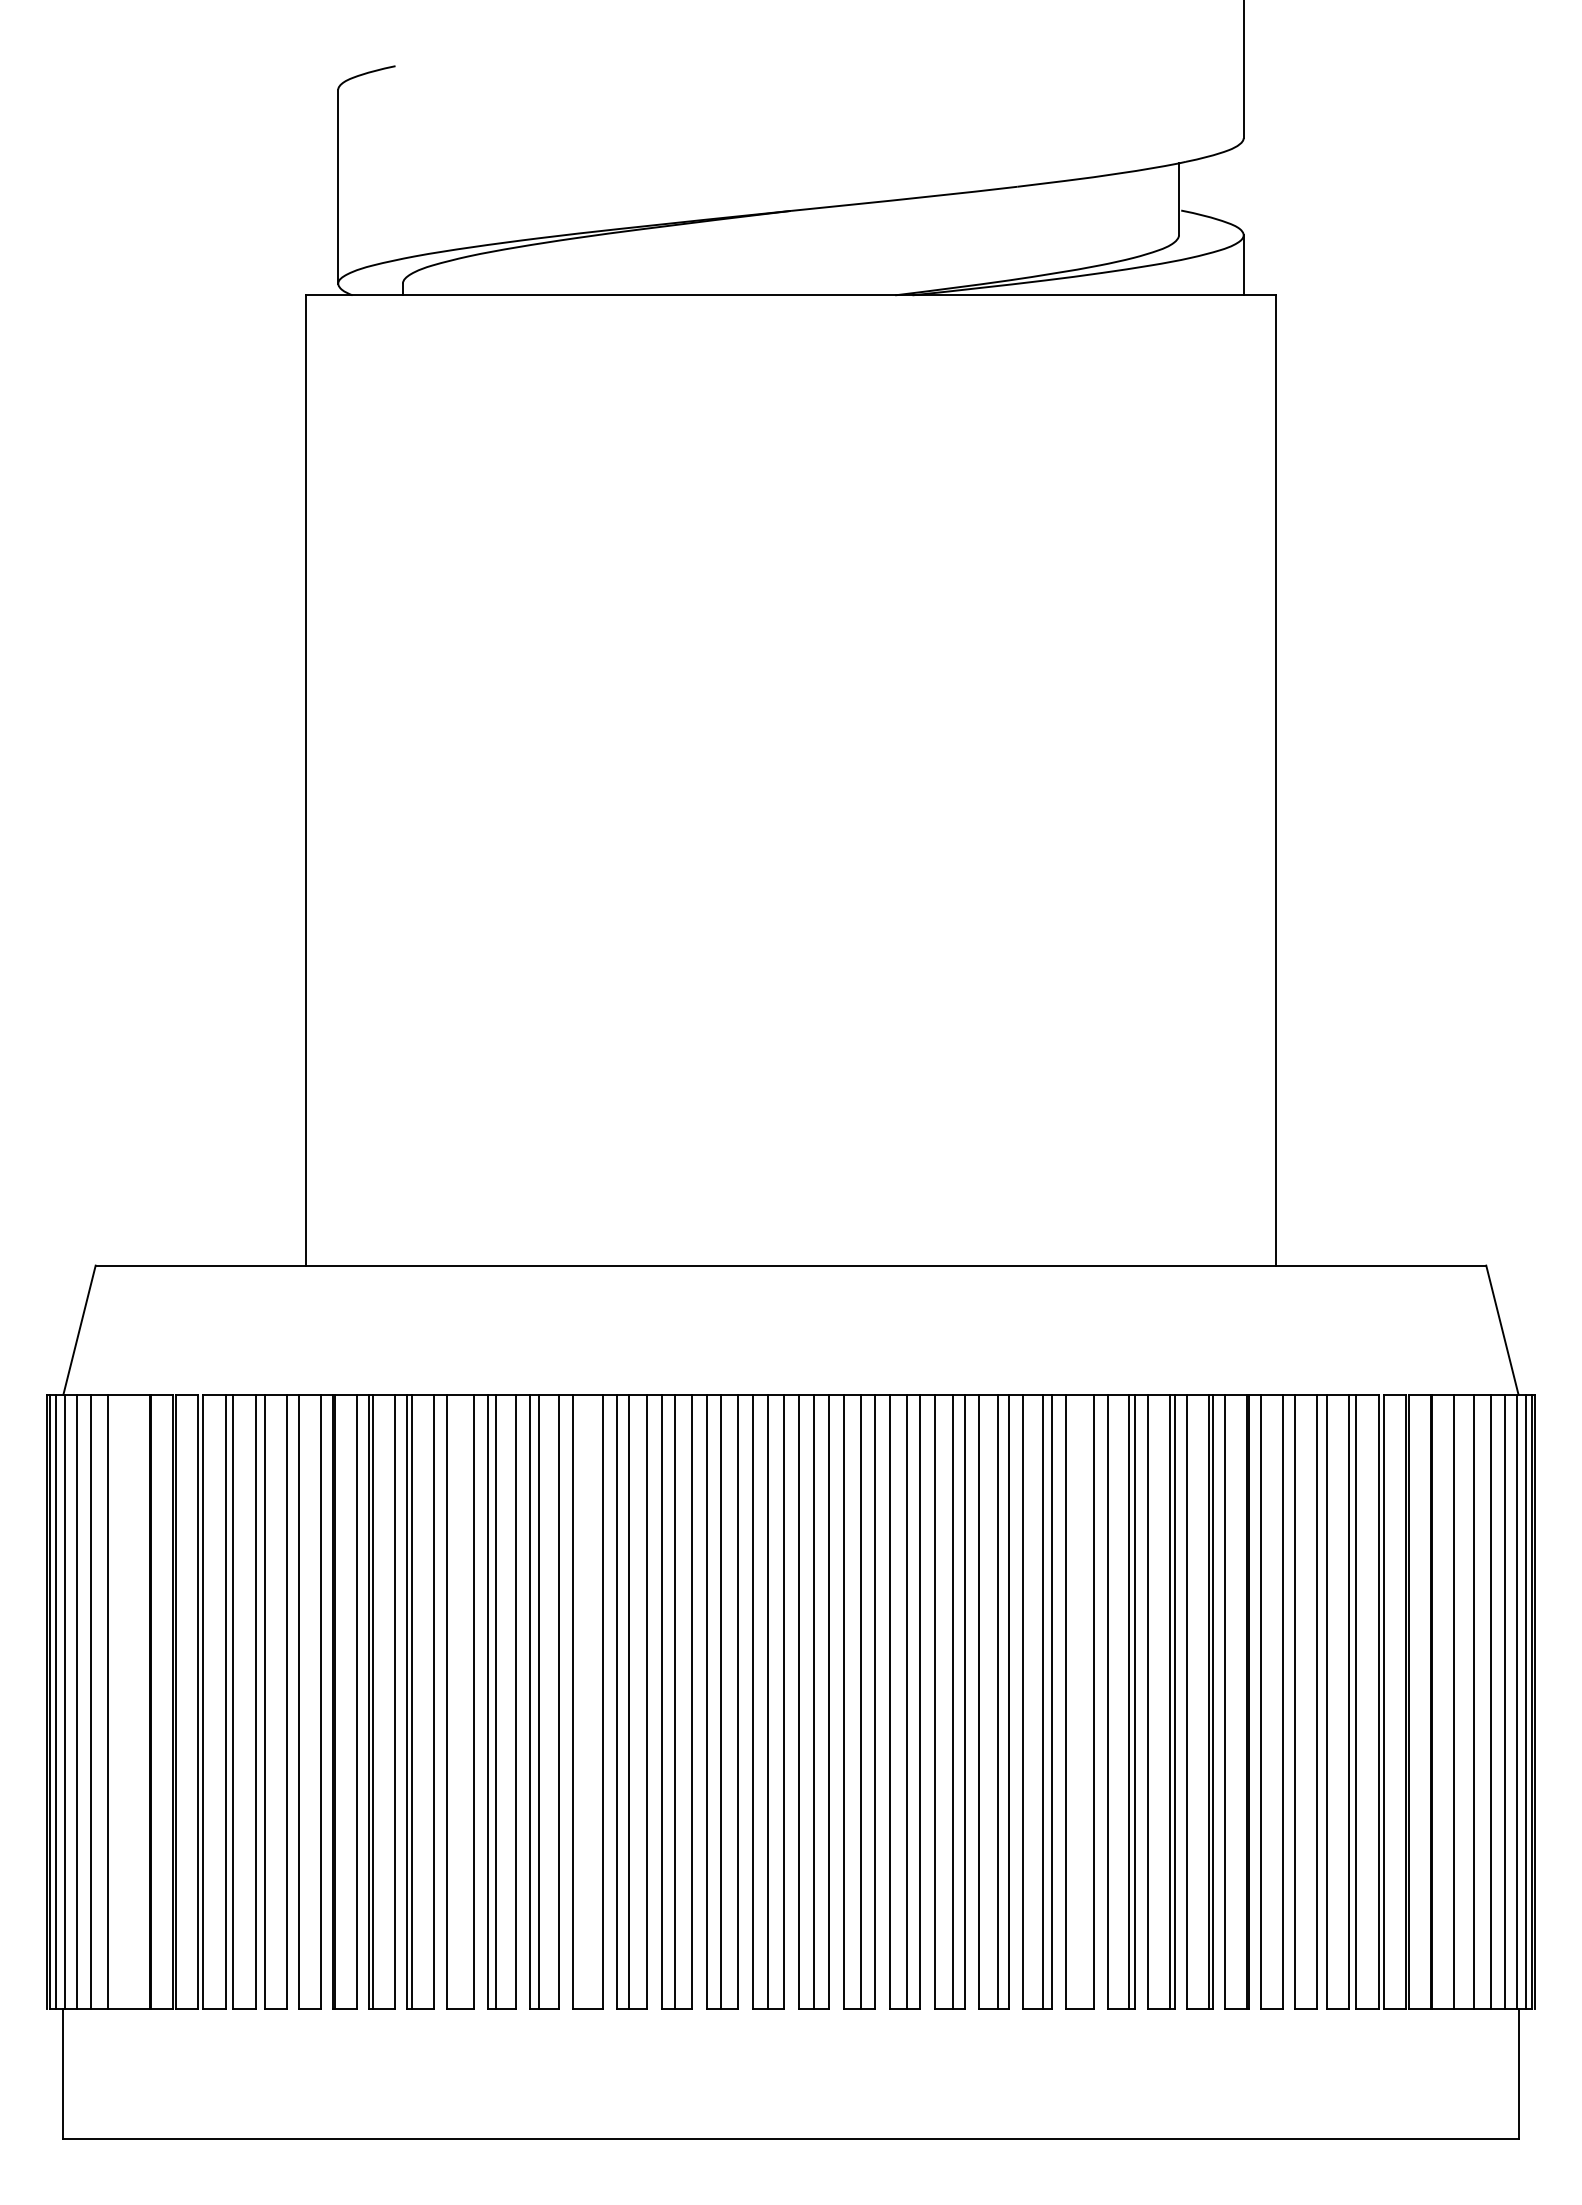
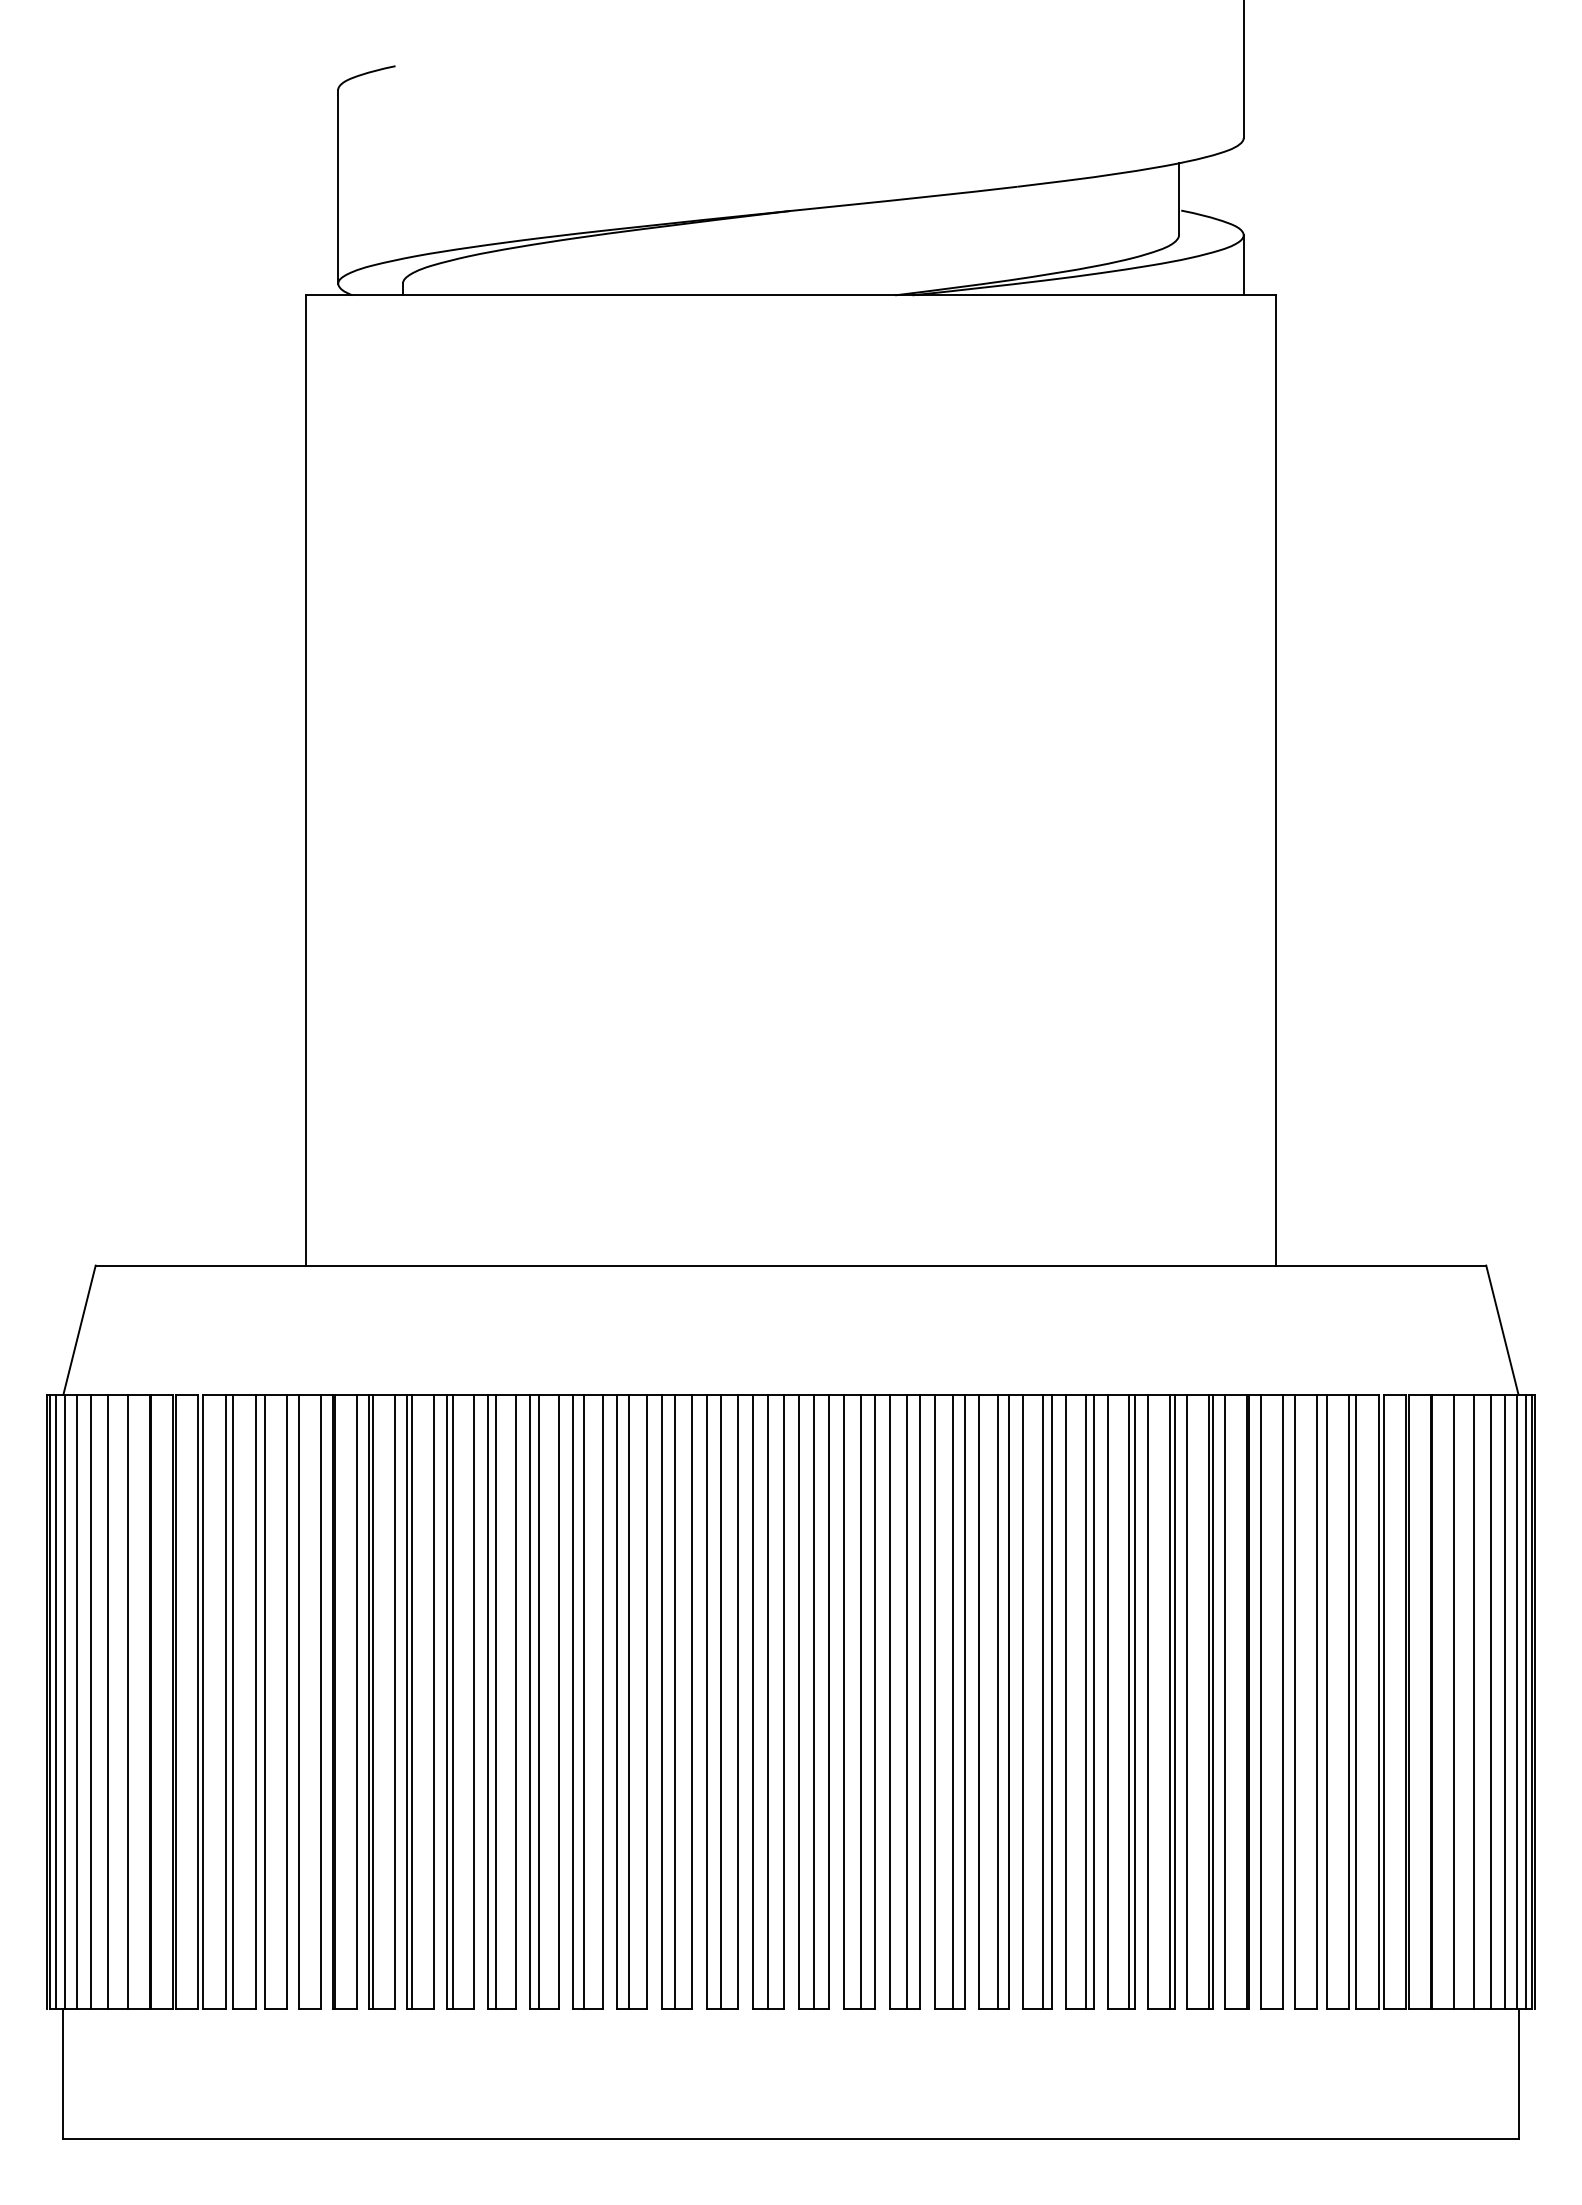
line at (128, 1701): none -> present
line at (453, 1701): none -> present
line at (583, 1701): none -> present
line at (1086, 1701): none -> present
